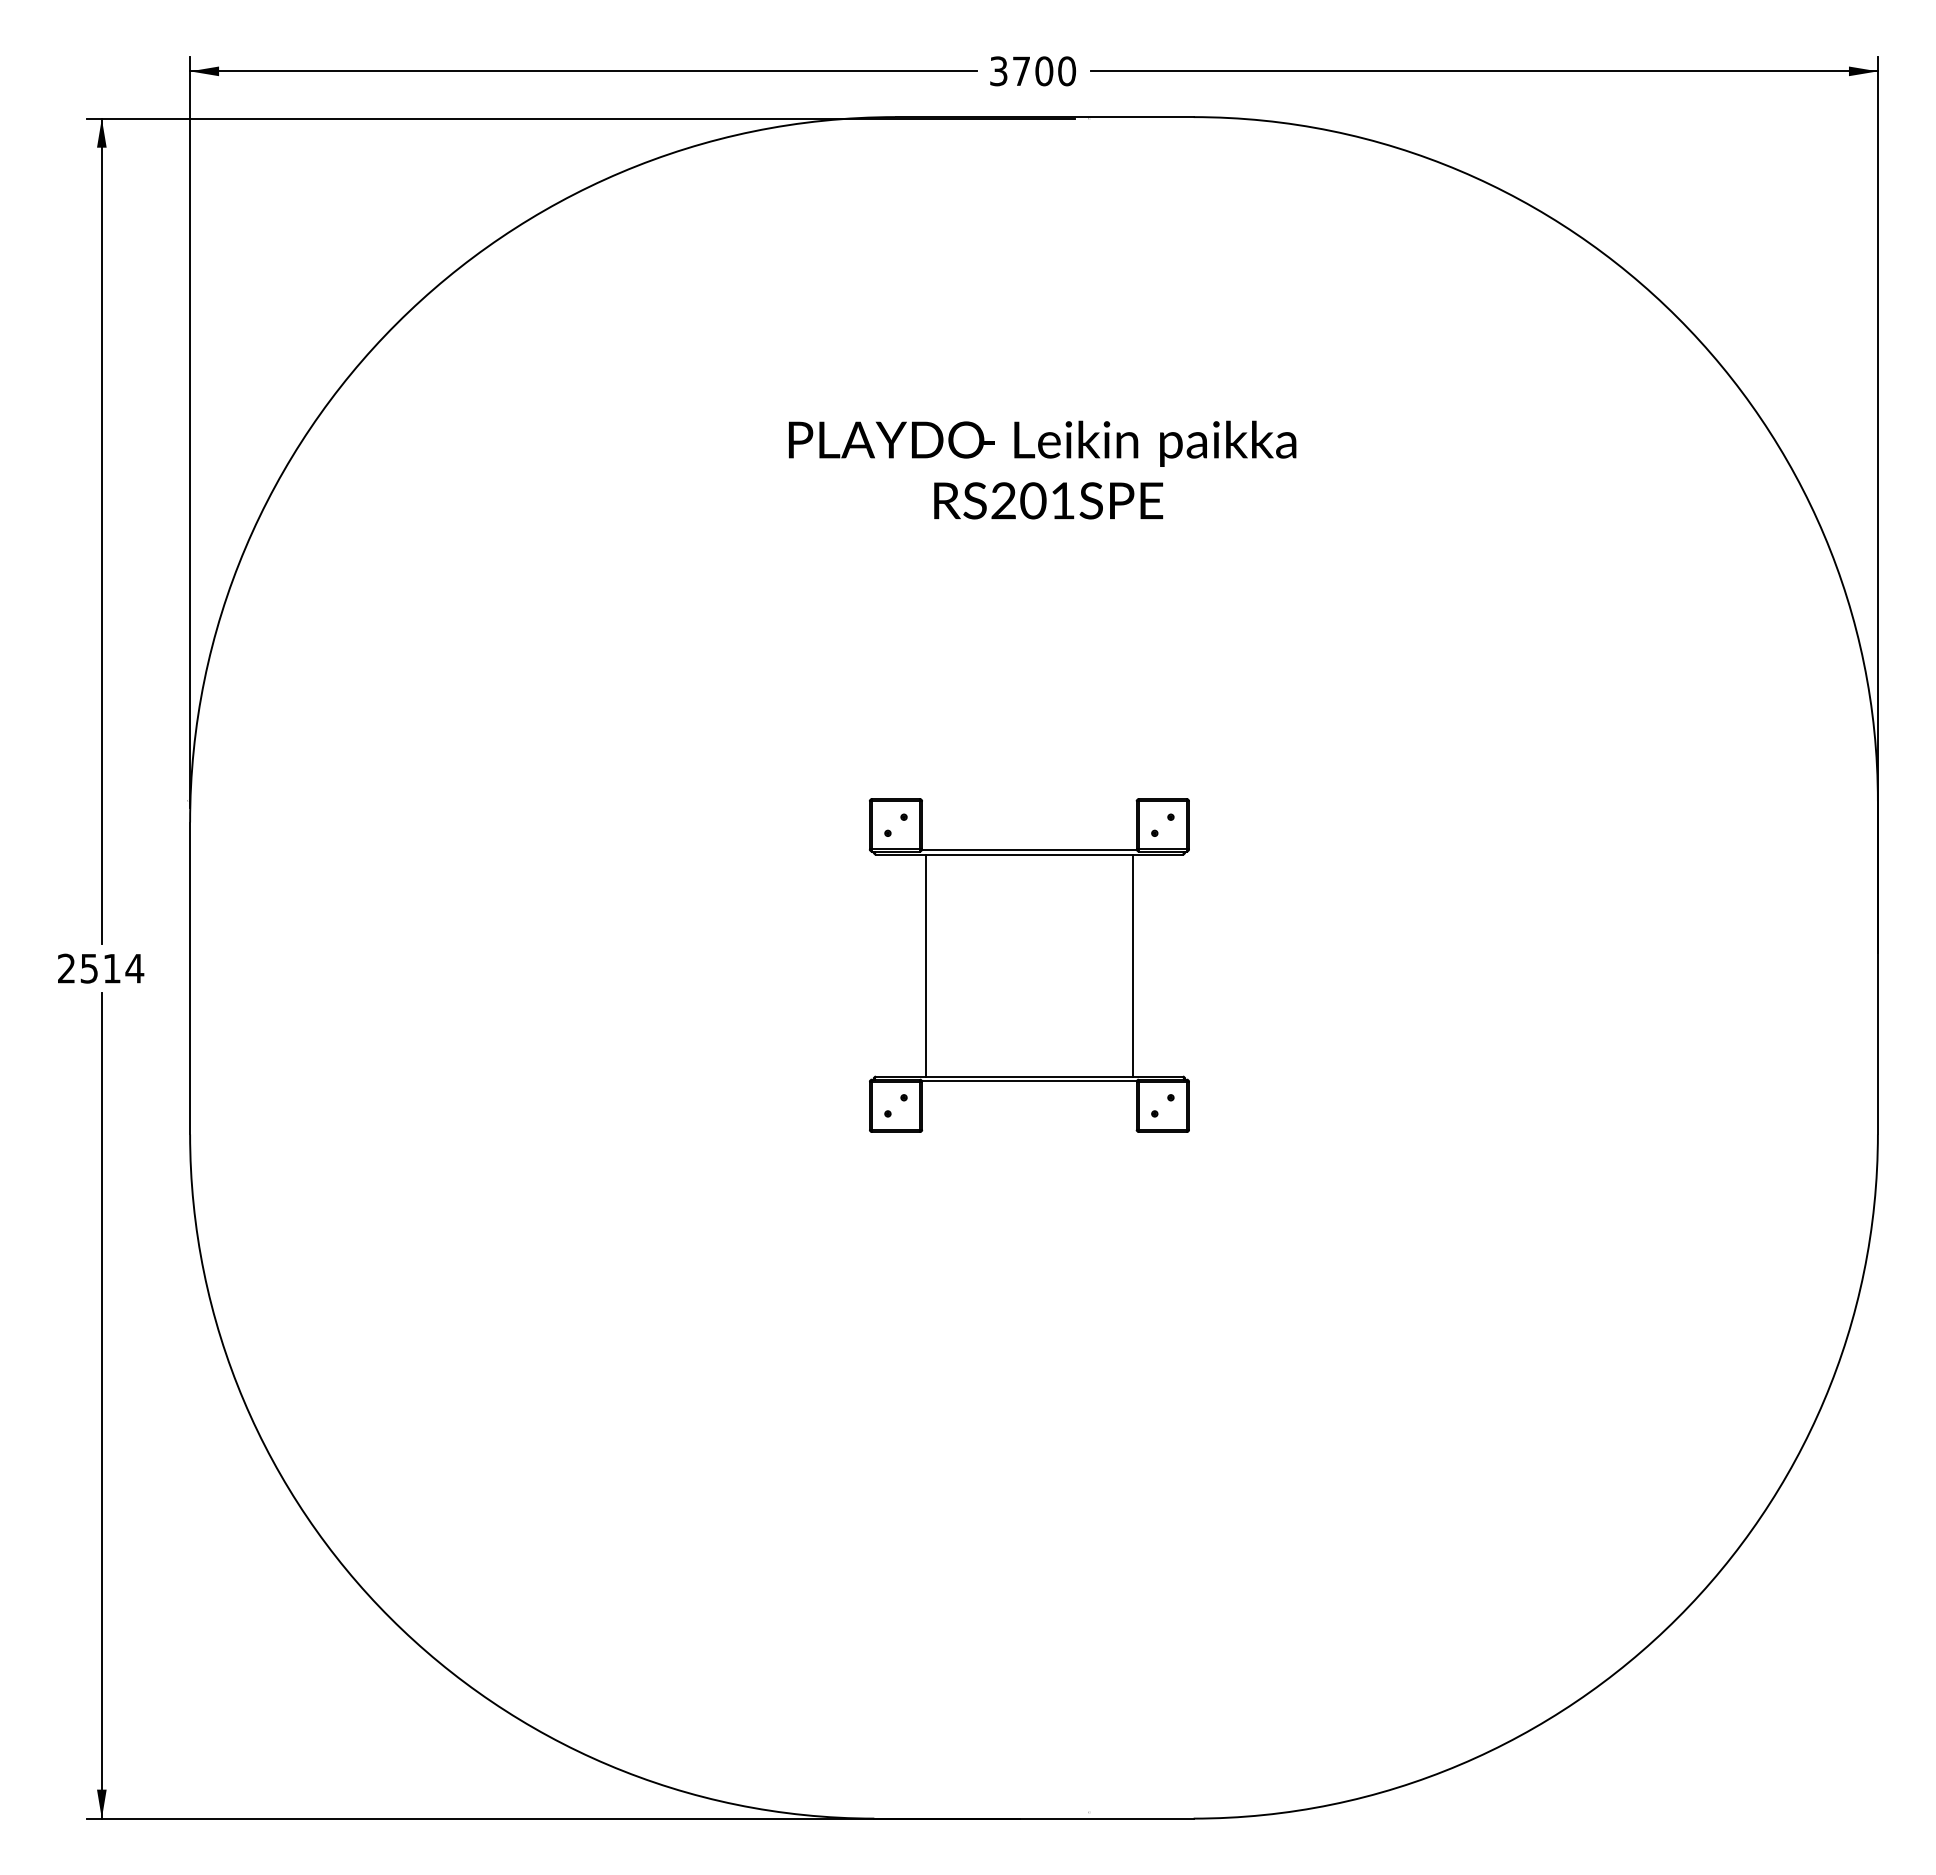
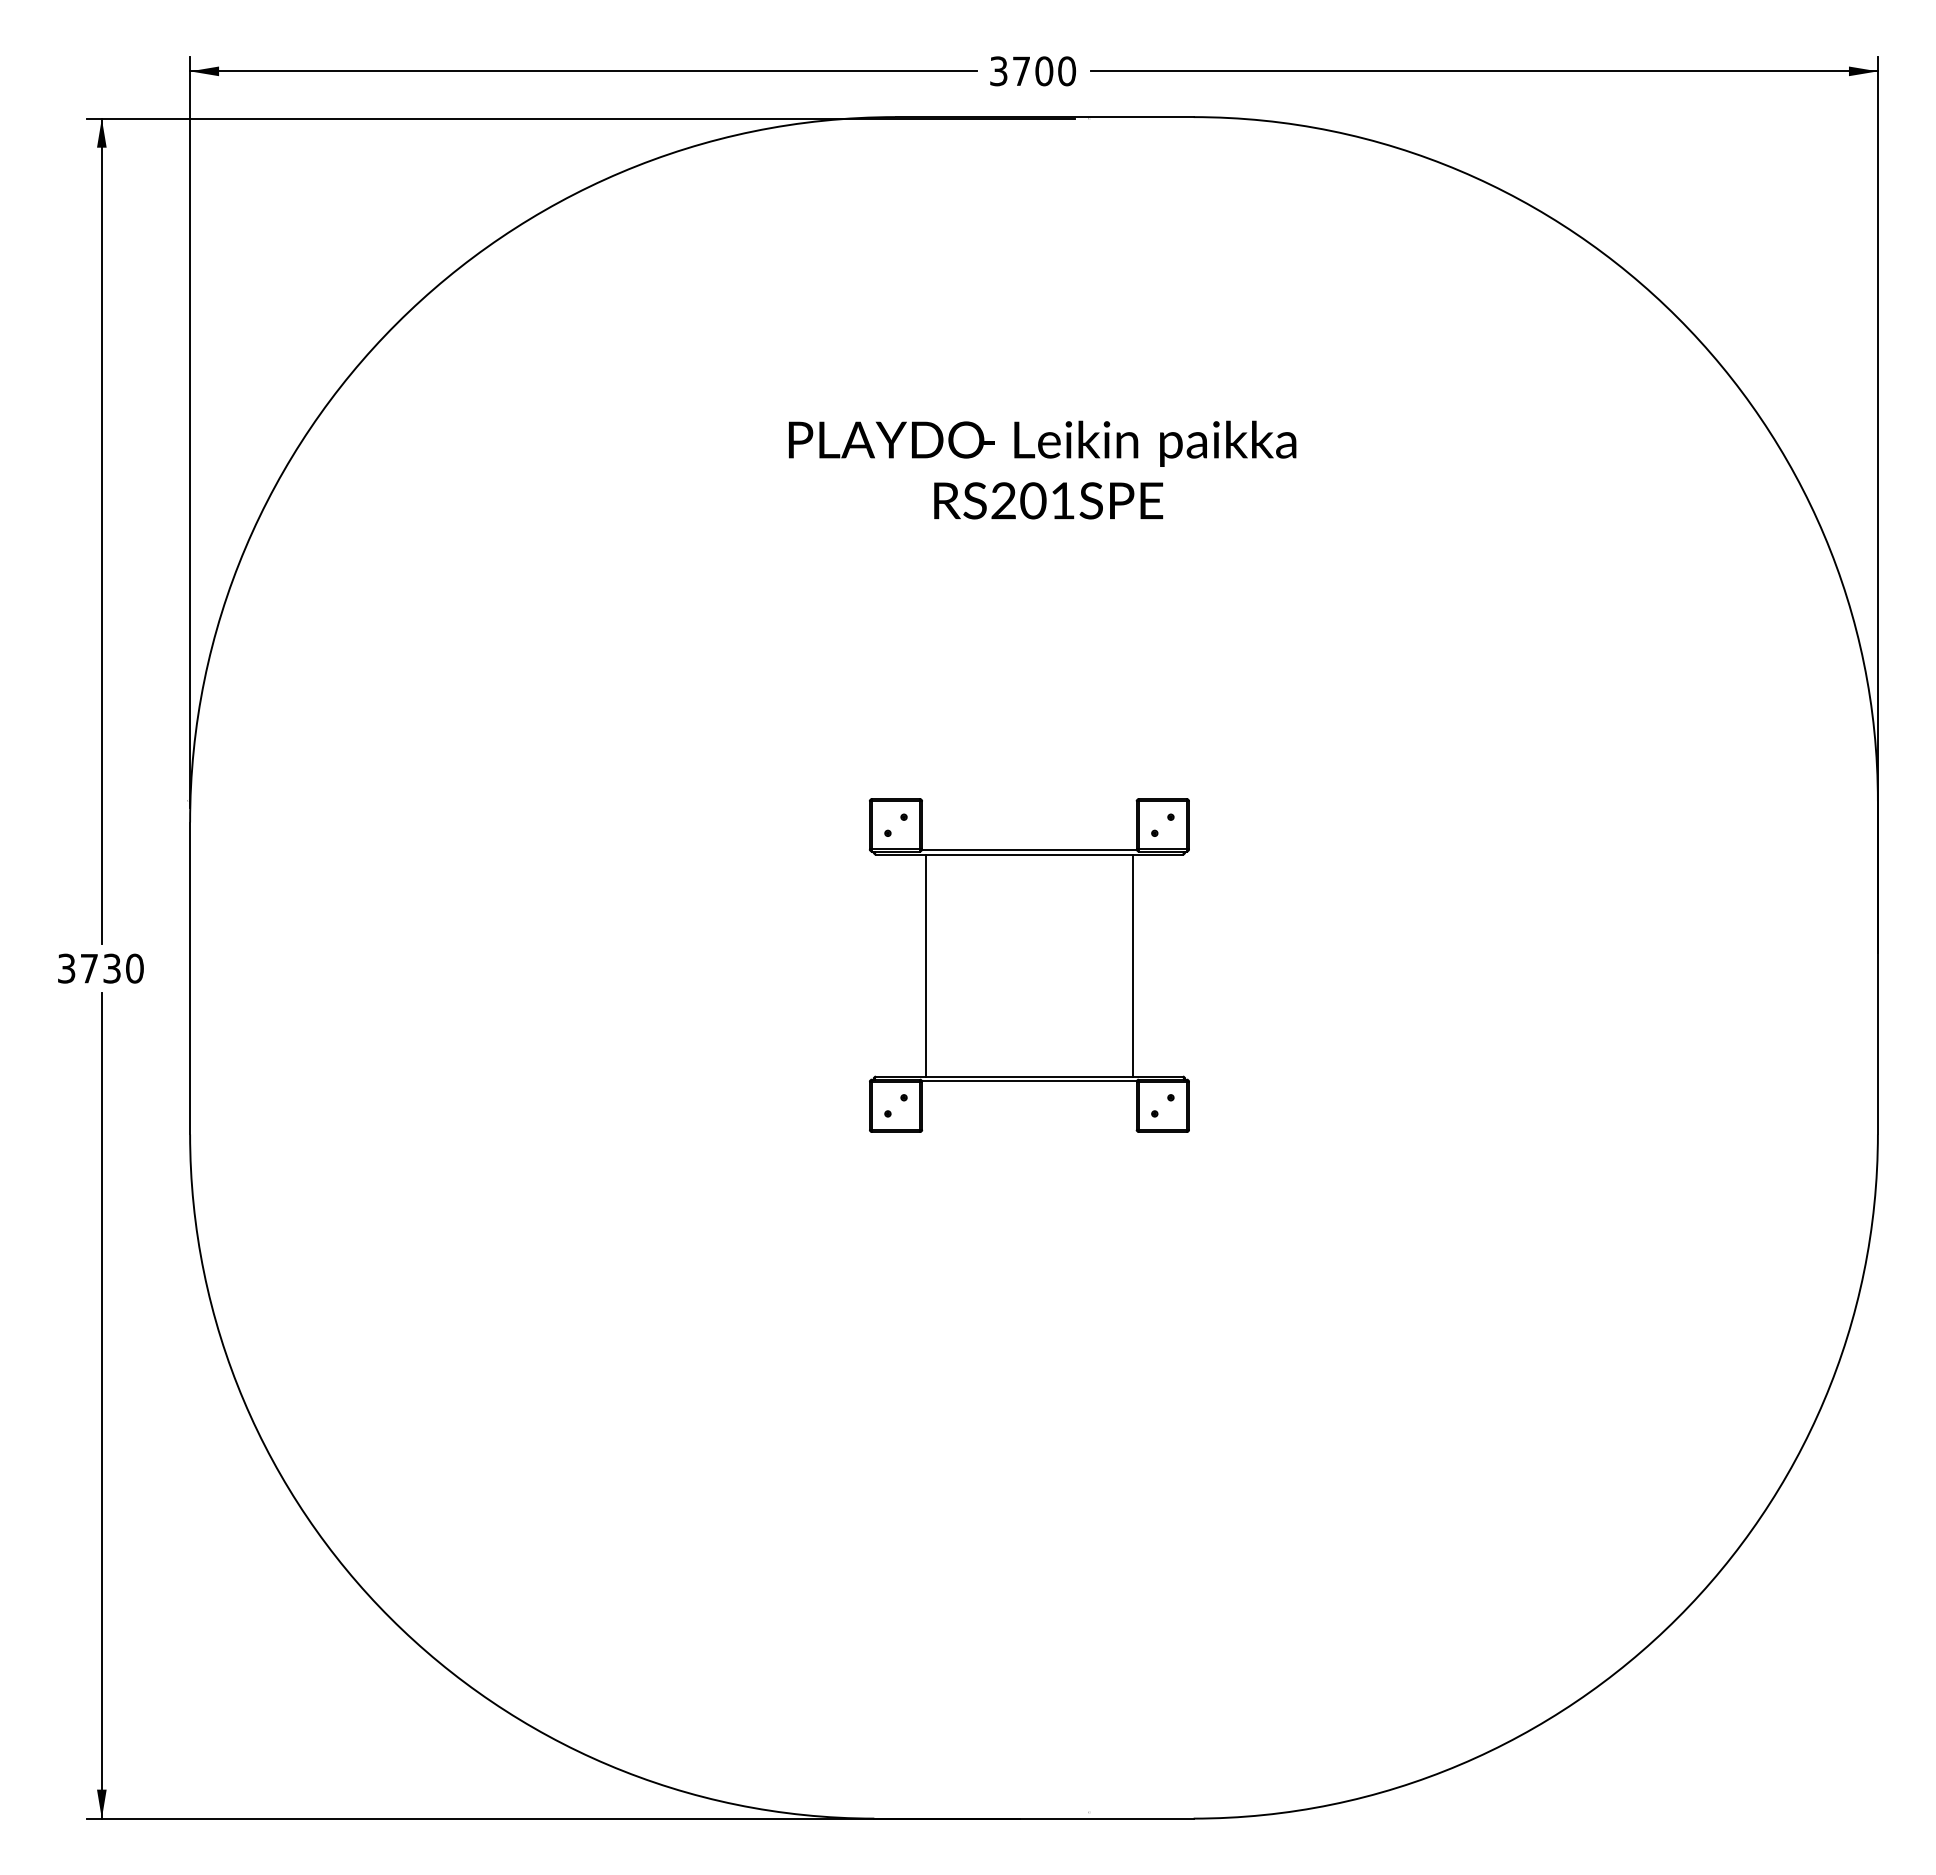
text at (101, 968): 2514 -> 3730
